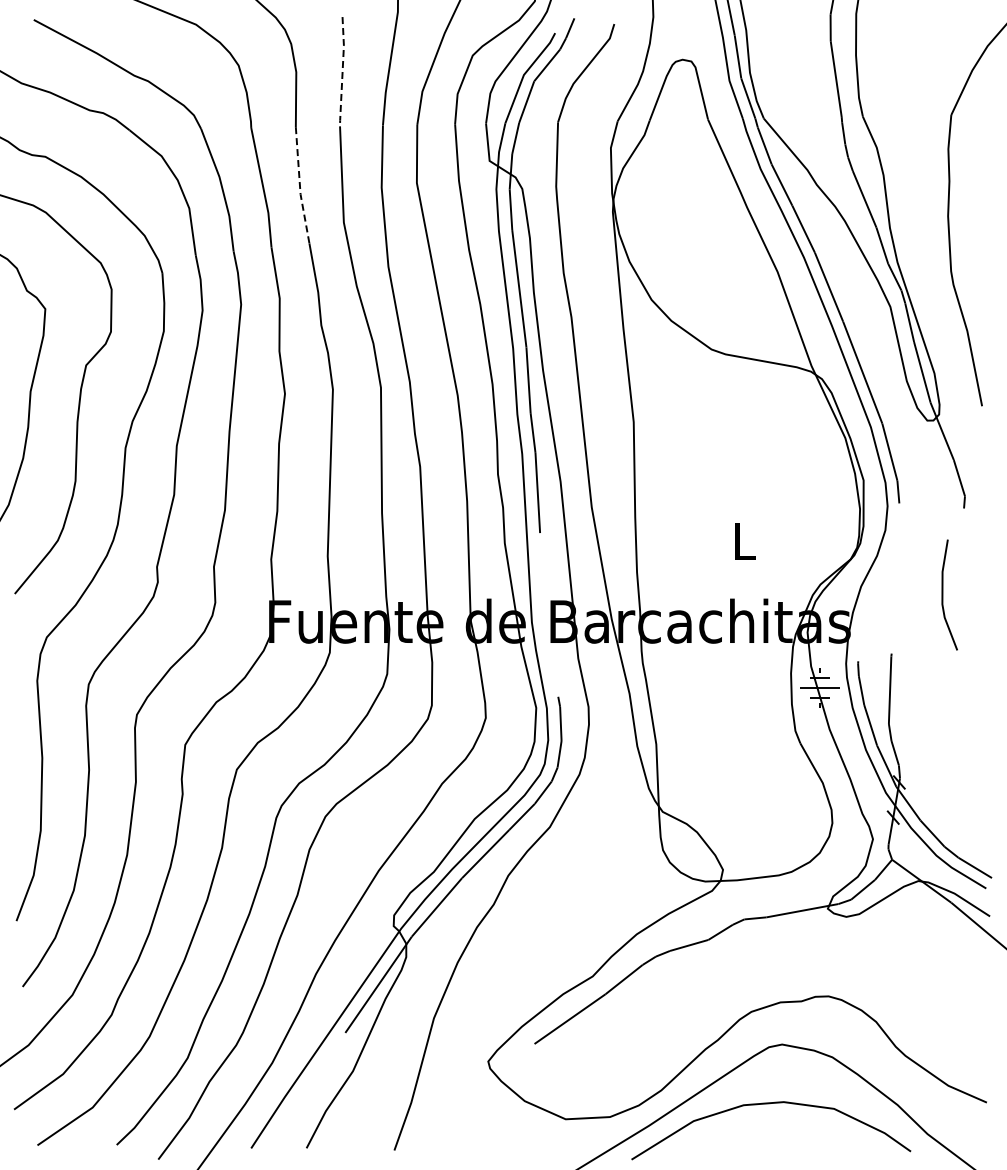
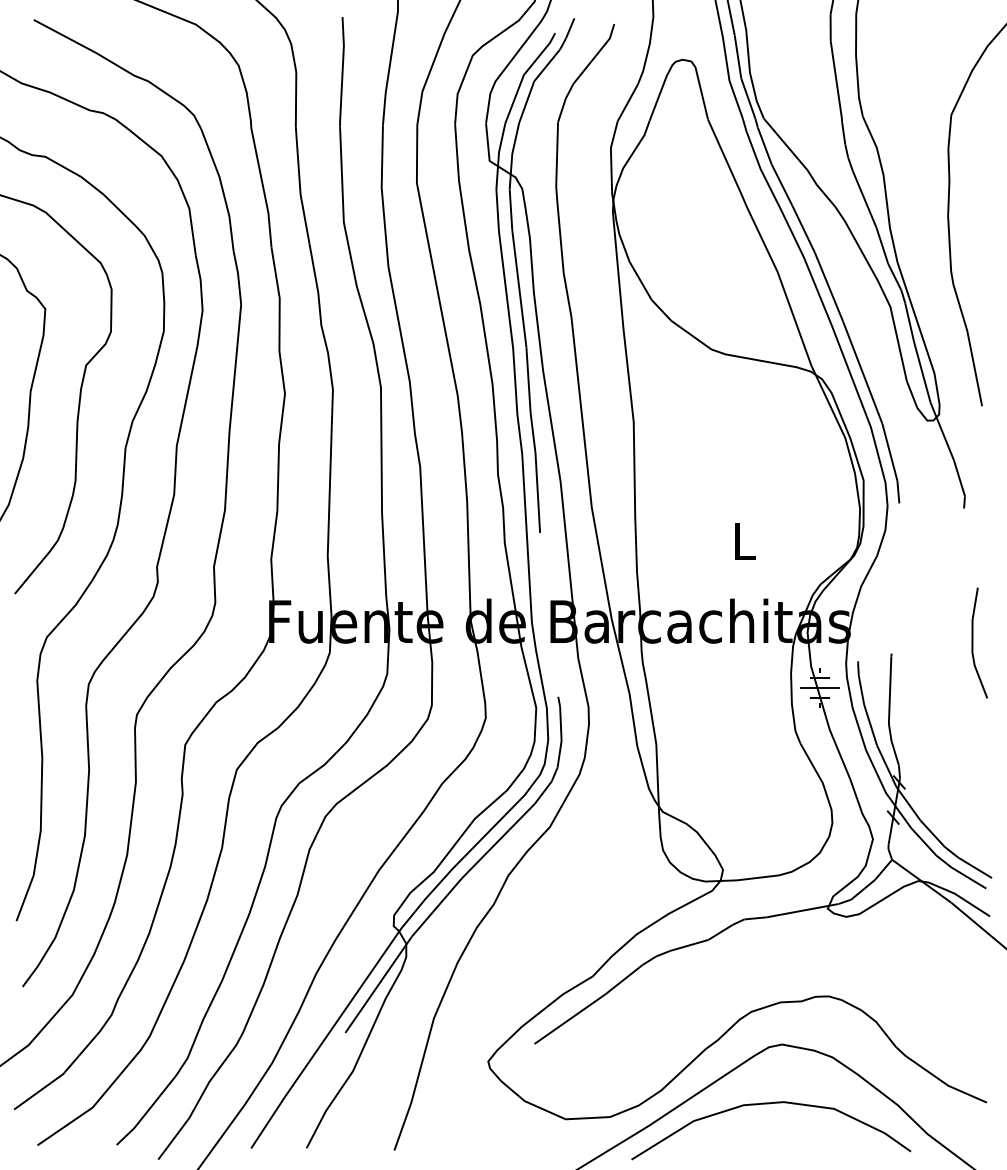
line at (342, 71): dashed -> solid
line at (300, 186): dashed -> solid
line at (943, 594) position: (943, 594) -> (973, 642)
